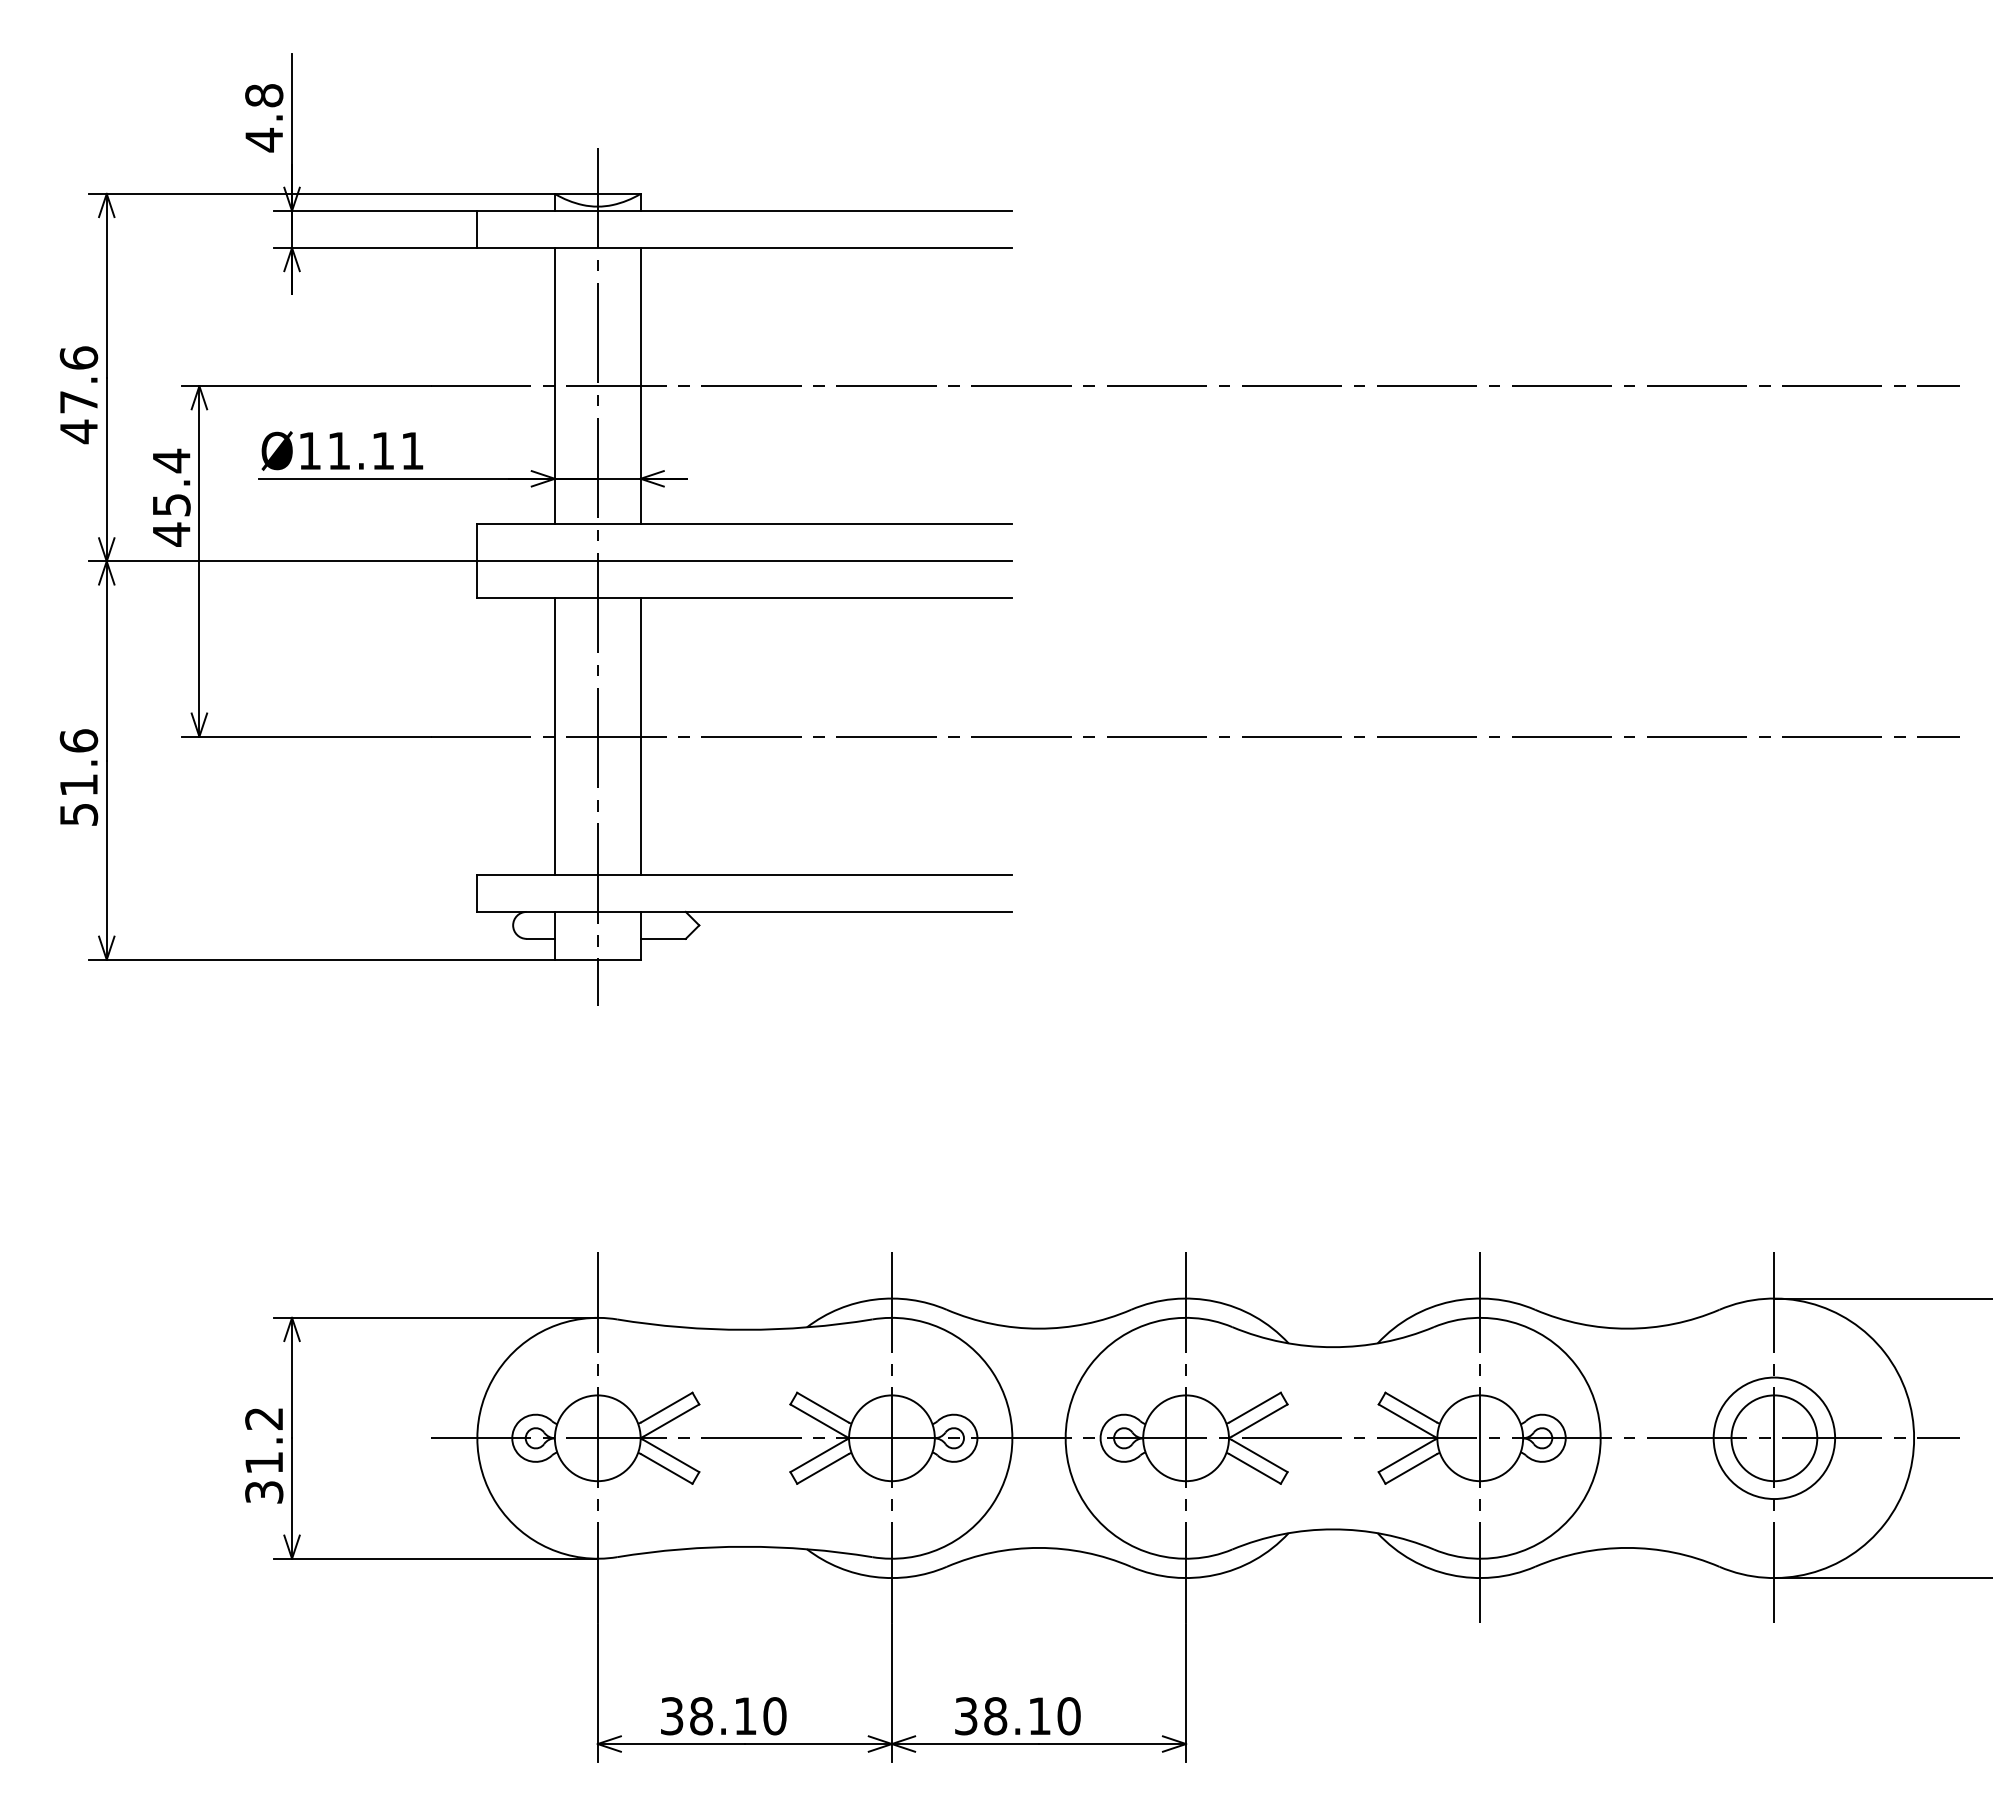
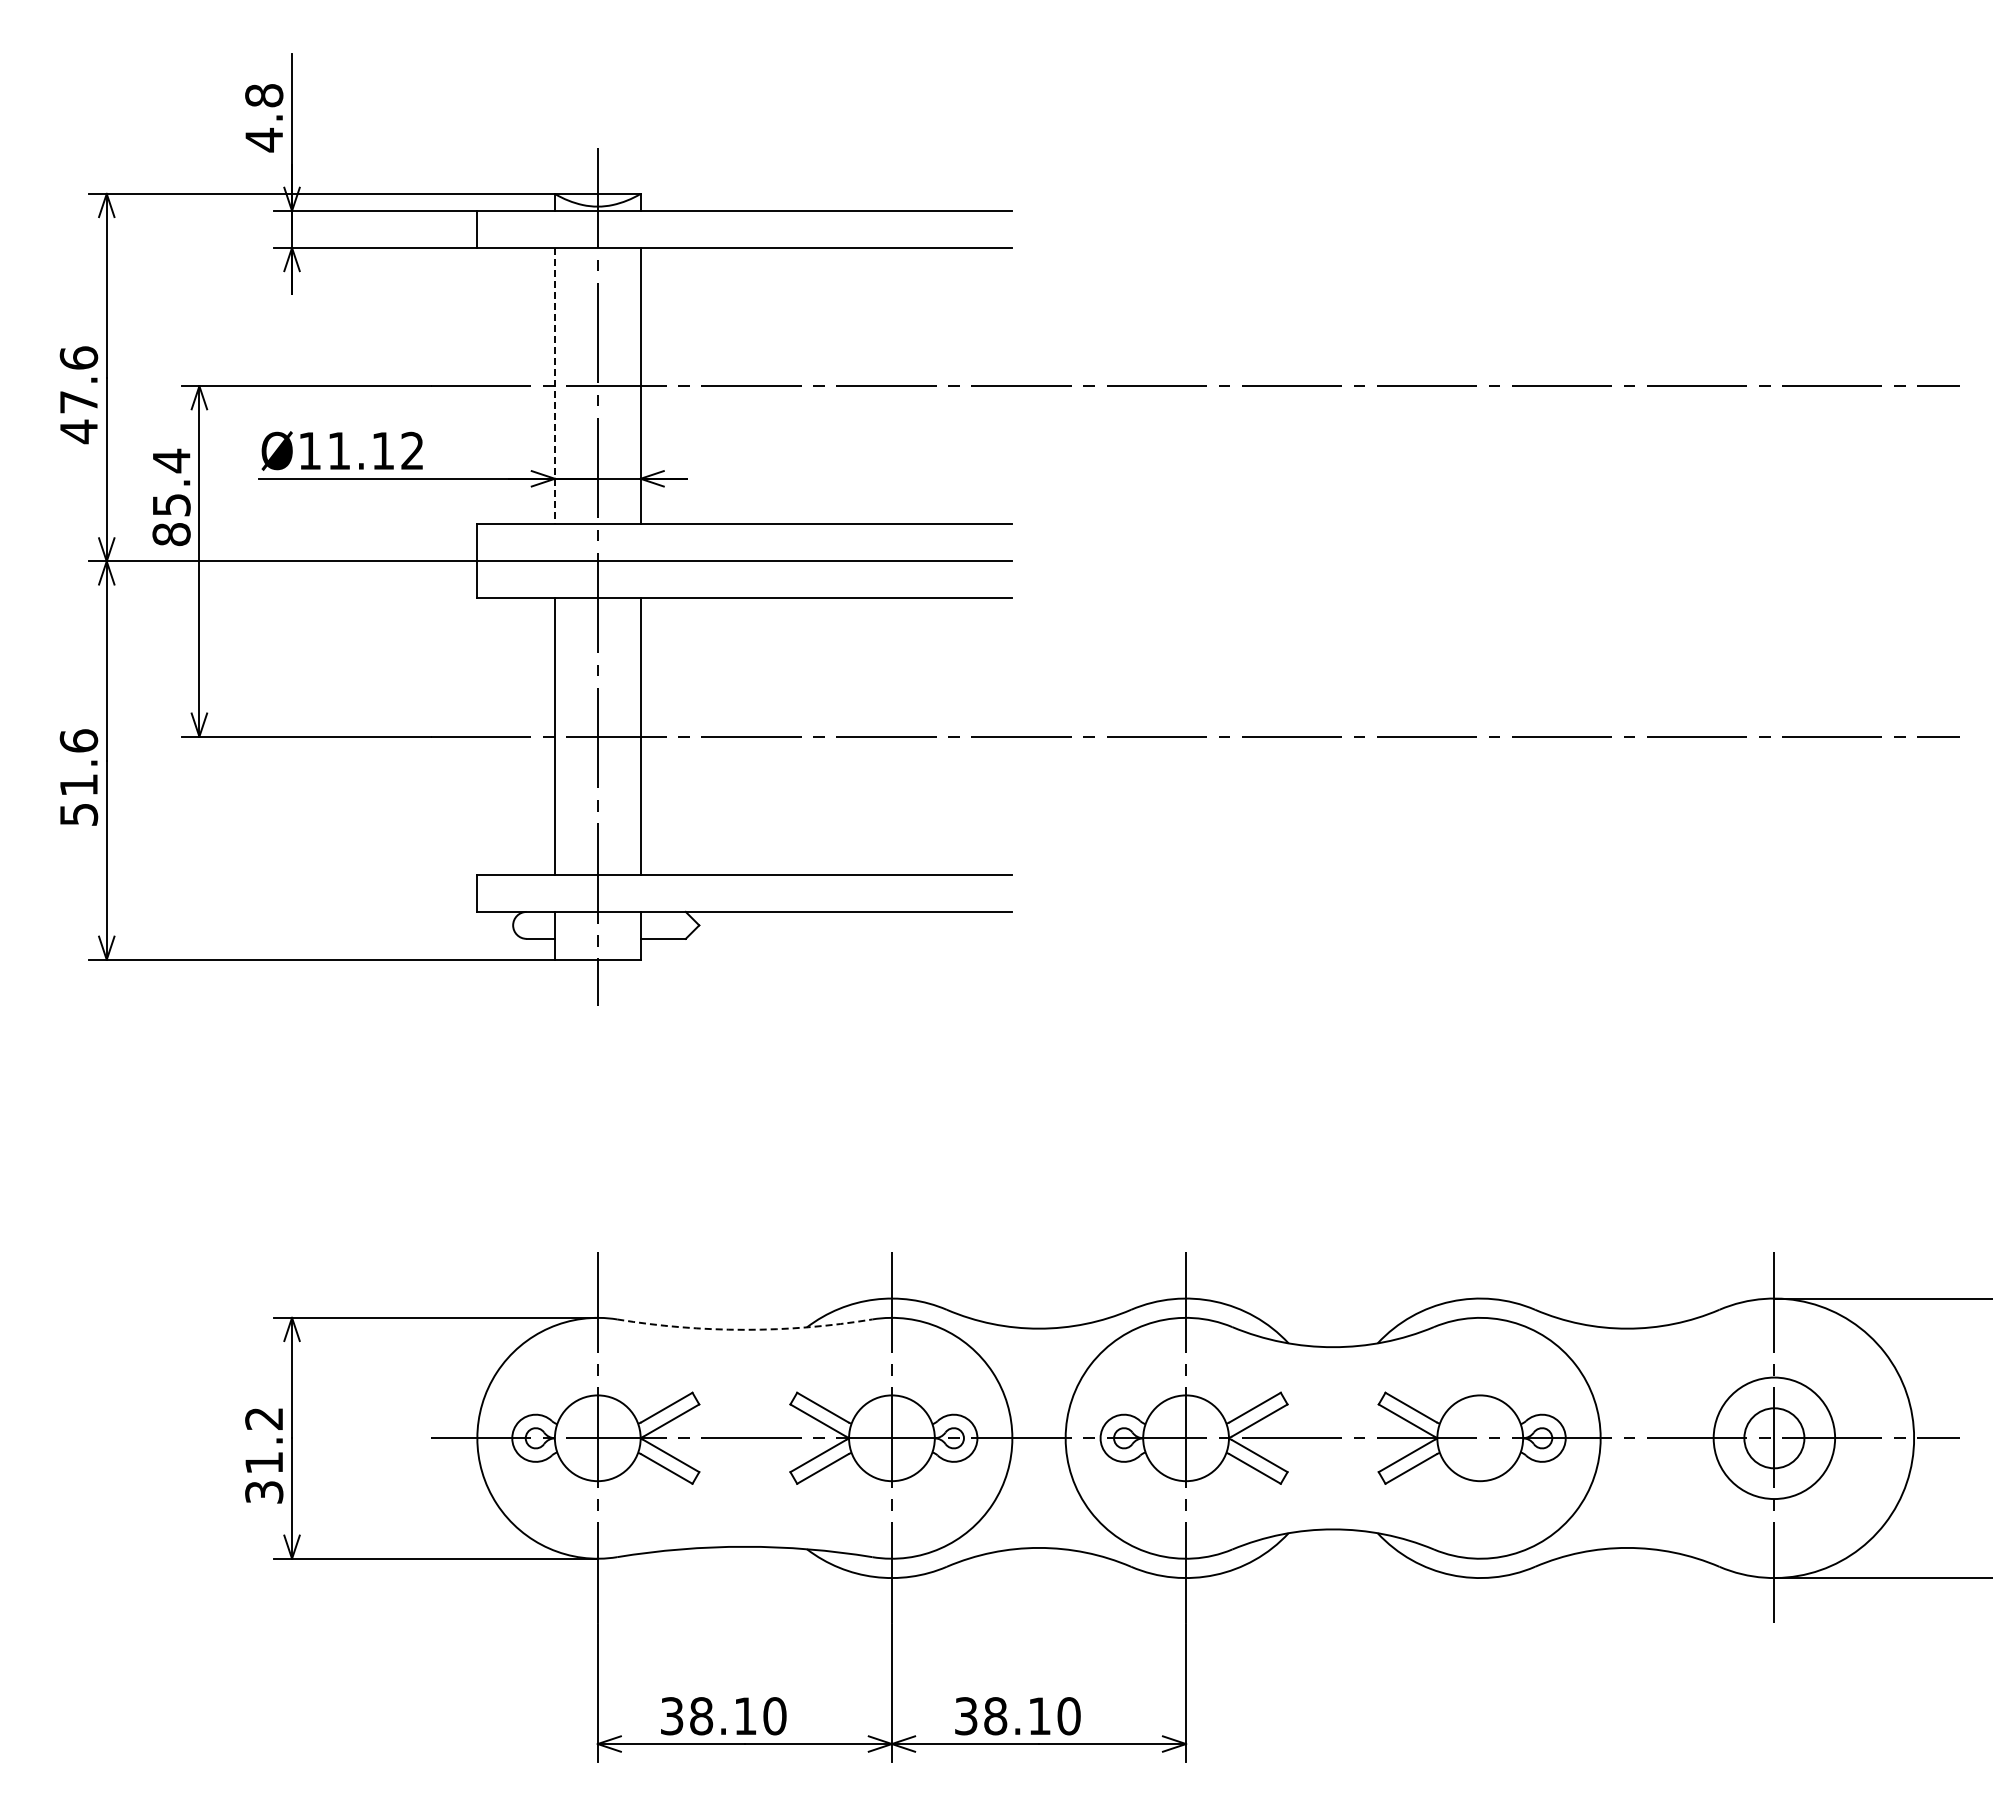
line at (554, 386): solid -> dashed
text at (412, 450): Ø11.11 -> Ø11.12
text at (171, 534): 45.4 -> 85.4
arc at (744, 1329): solid -> dashed
line at (1480, 1438): present -> none
circle at (1774, 1438) diameter: 86 px -> 60 px
